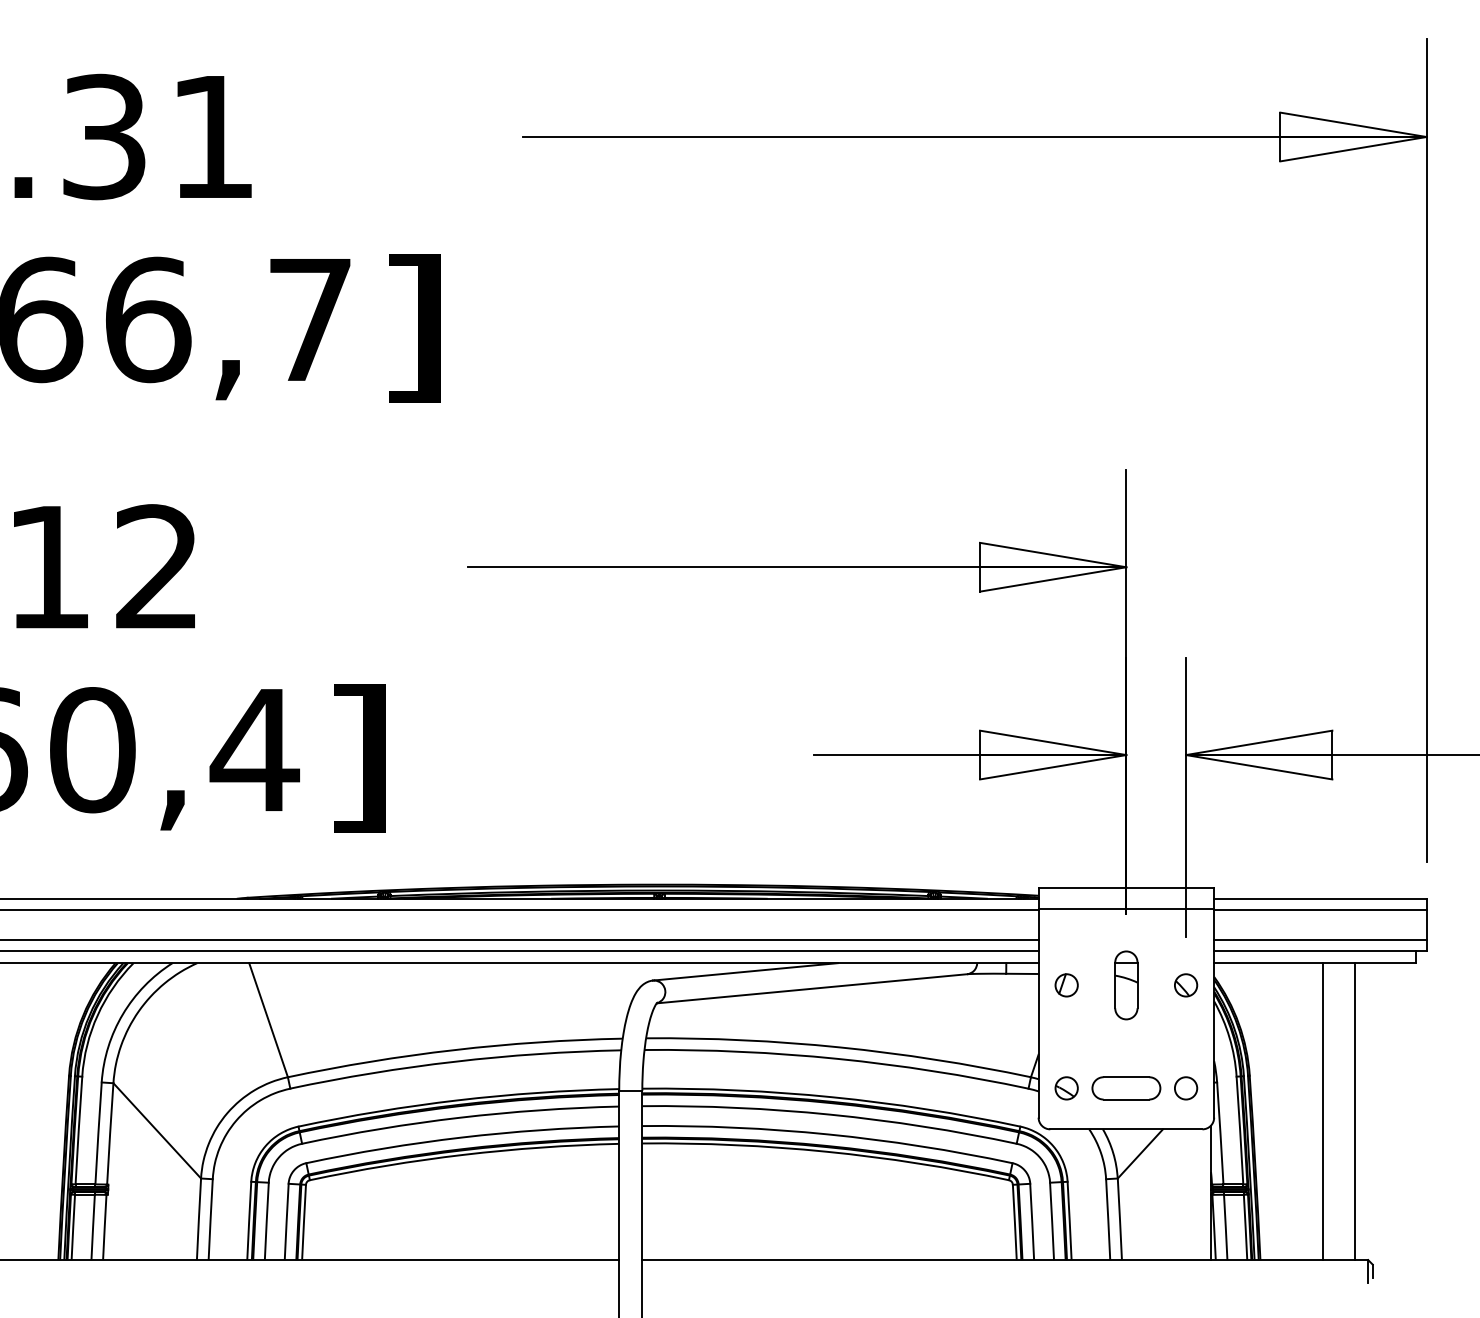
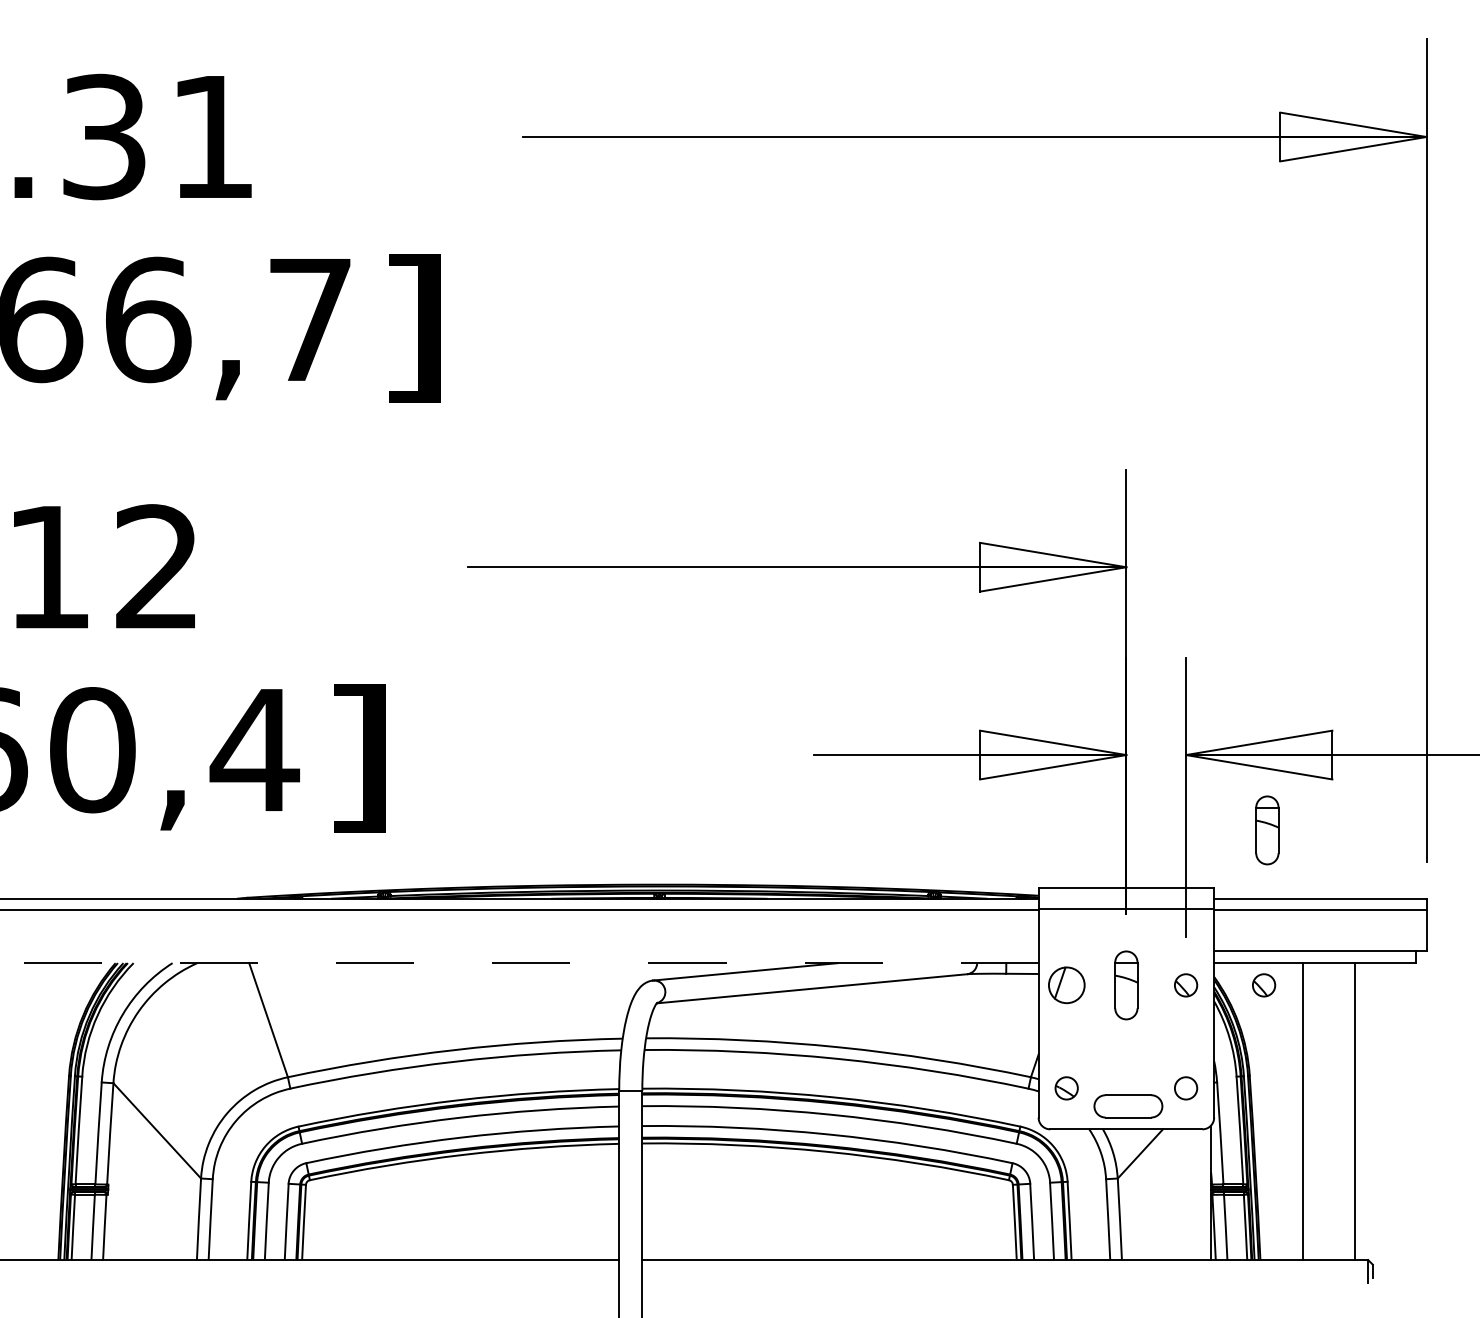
part at (1267, 830): none -> present
line at (520, 939): present -> none
line at (1320, 939): present -> none
line at (520, 951): present -> none
line at (519, 963): solid -> dashed
part at (1066, 985) size: 25x25 px -> 38x39 px
part at (1264, 985): none -> present
part at (1126, 1088) position: (1126, 1088) -> (1128, 1106)
line at (1322, 1111) position: (1322, 1111) -> (1302, 1111)
